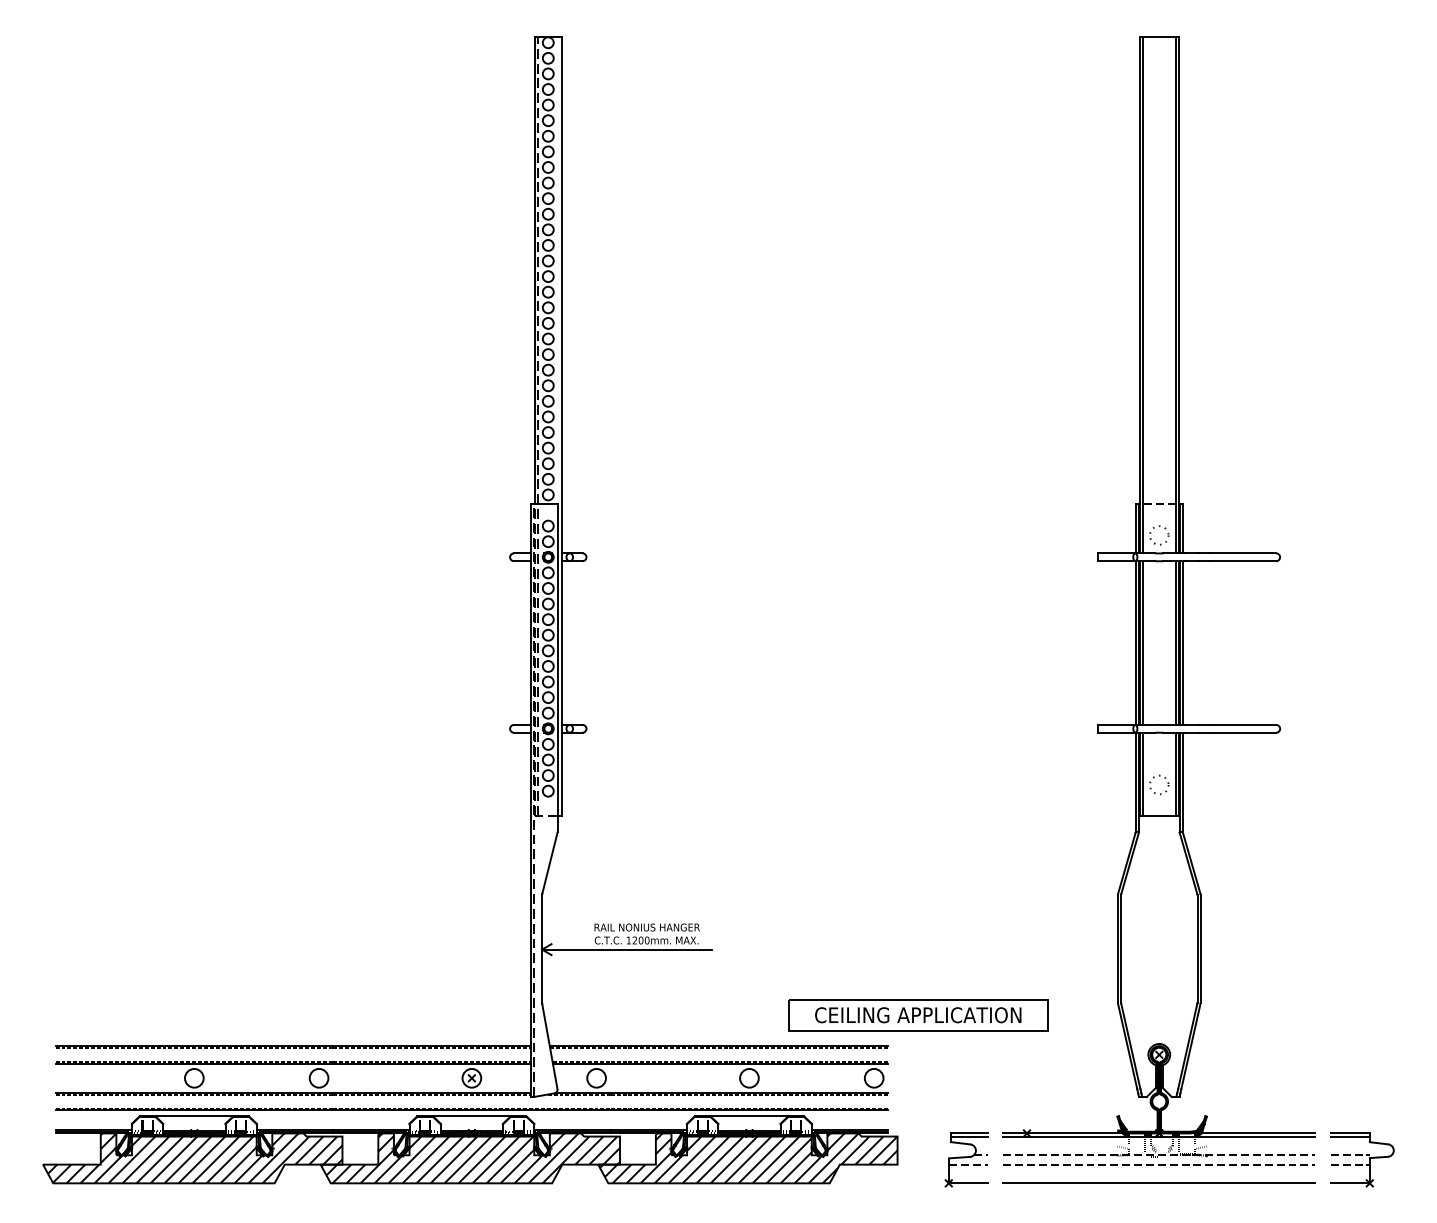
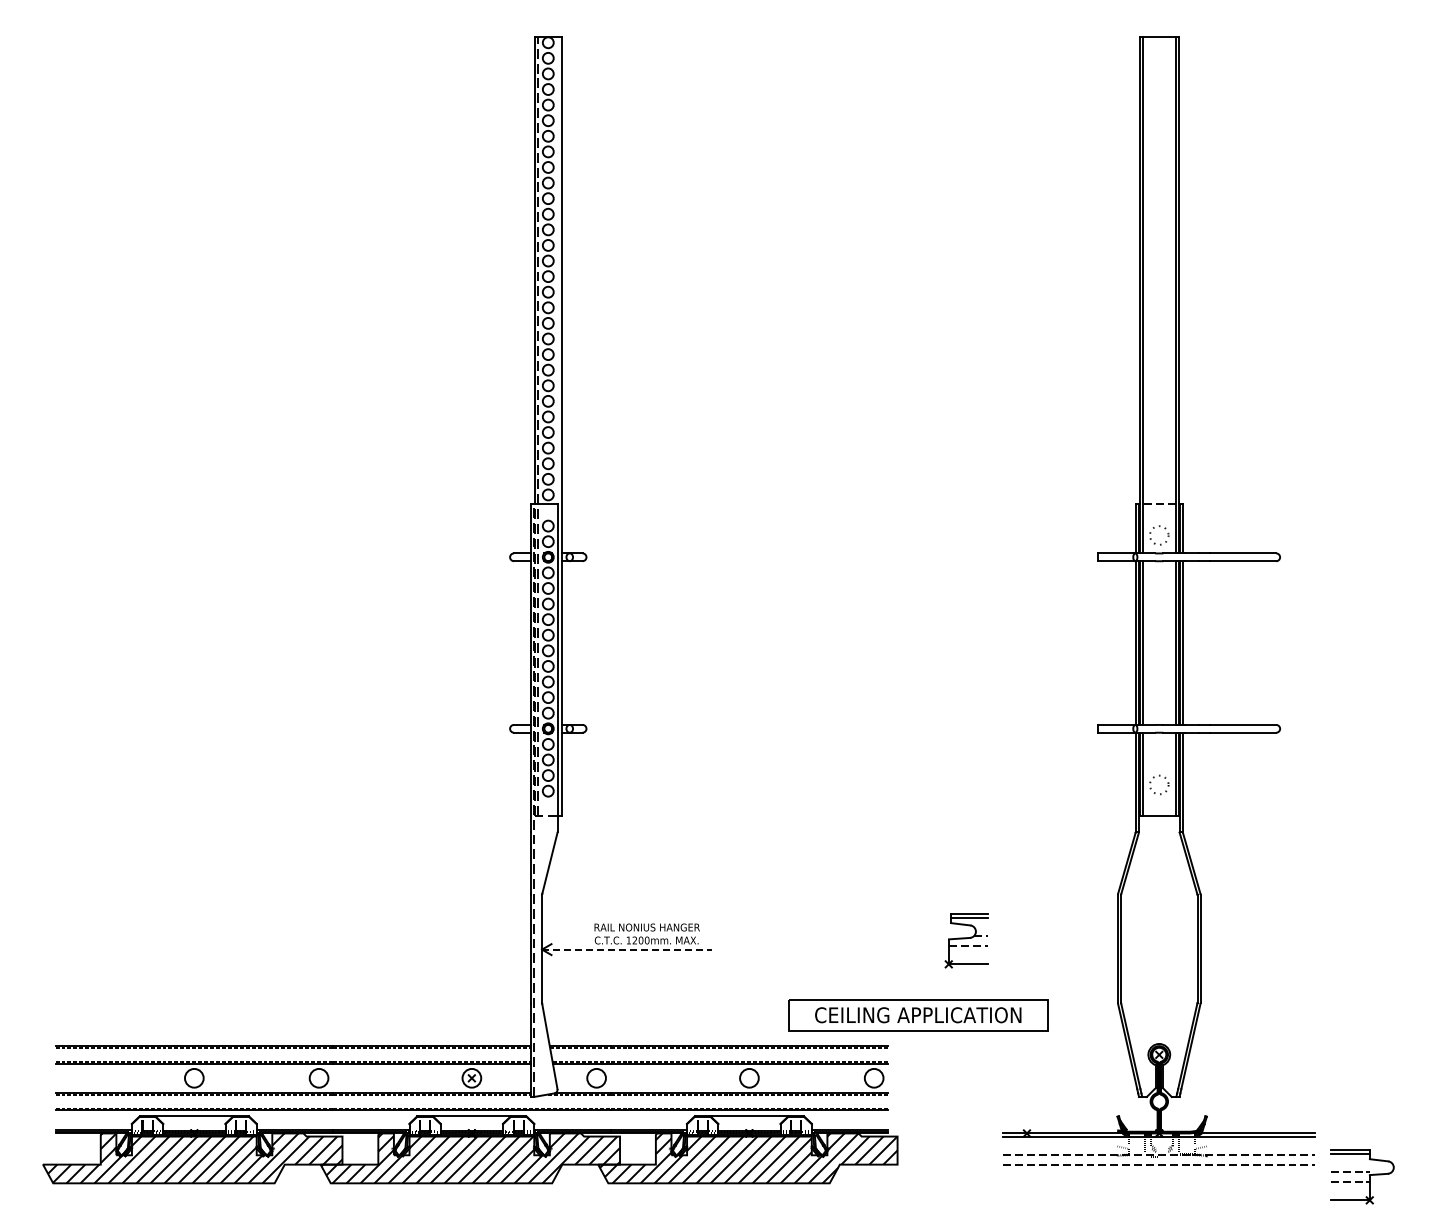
line at (626, 949): solid -> dashed
part at (966, 1159) position: (966, 1159) -> (966, 940)
part at (1362, 1159) position: (1362, 1159) -> (1362, 1176)
line at (1159, 1183): present -> none
